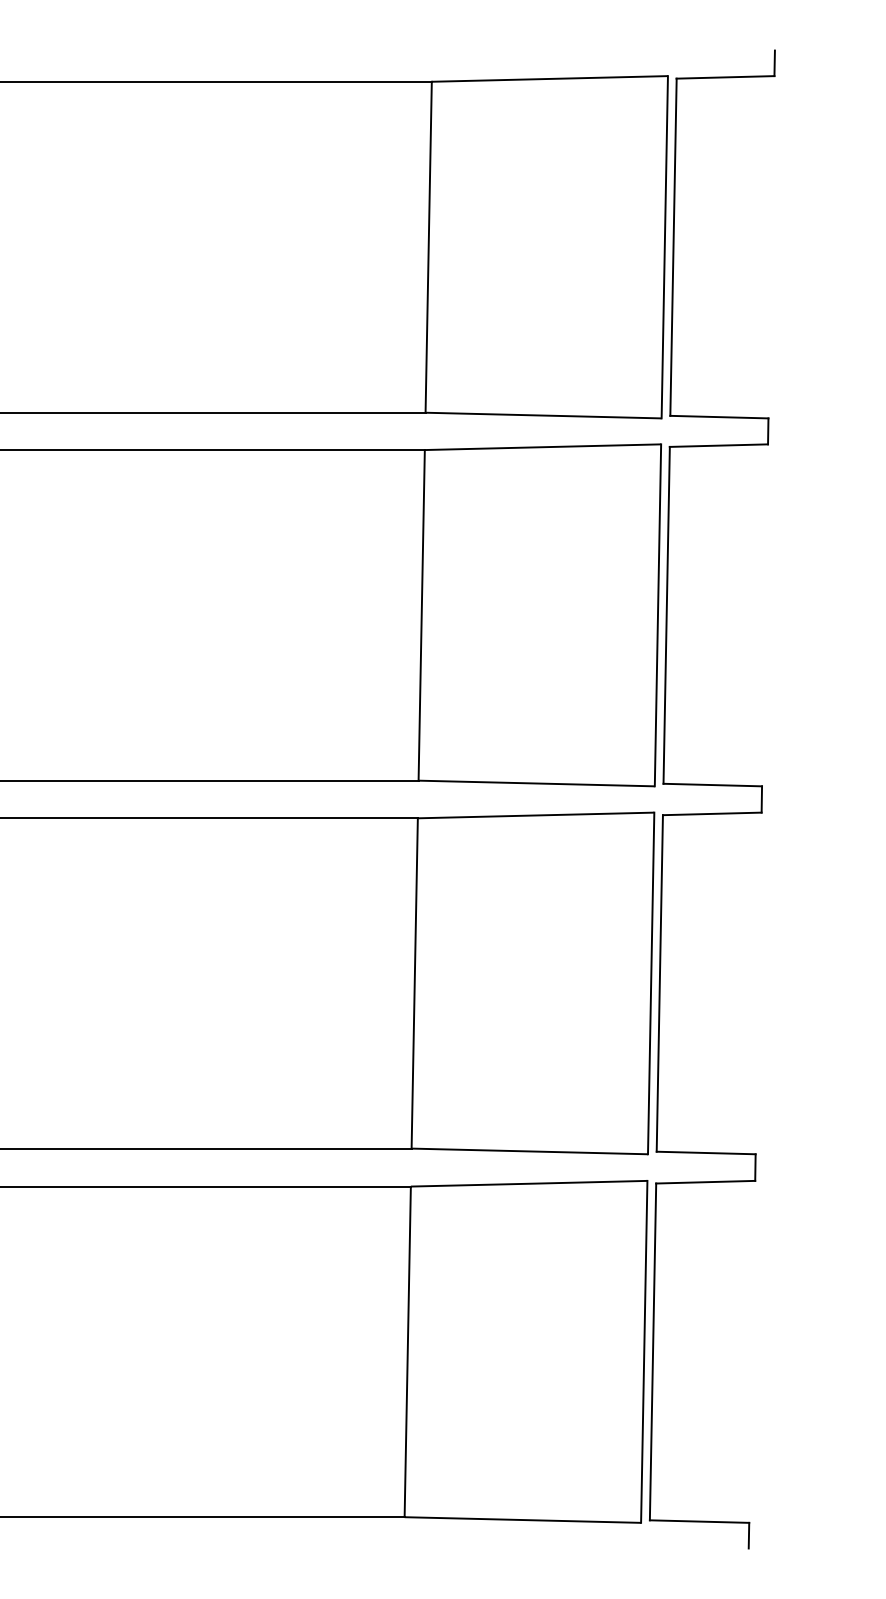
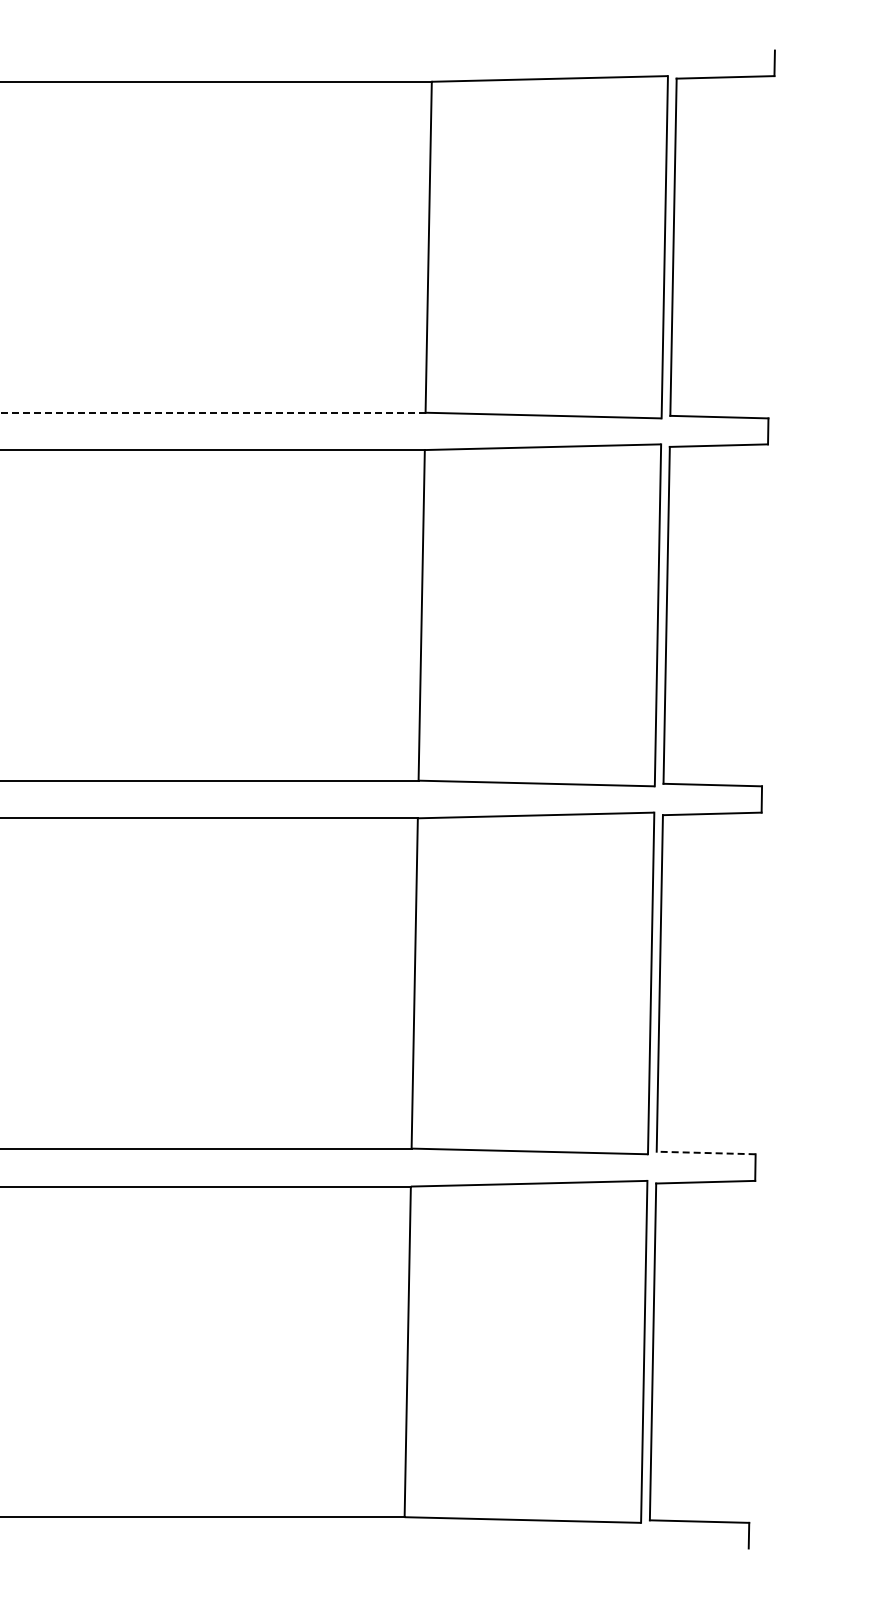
line at (212, 412): solid -> dashed
line at (705, 1152): solid -> dashed
